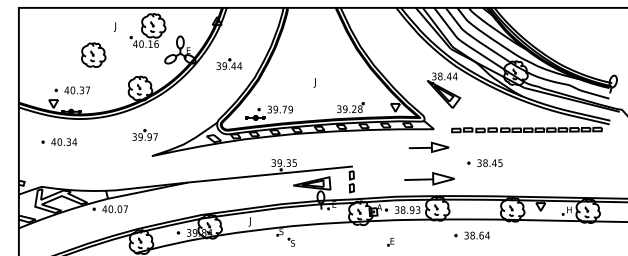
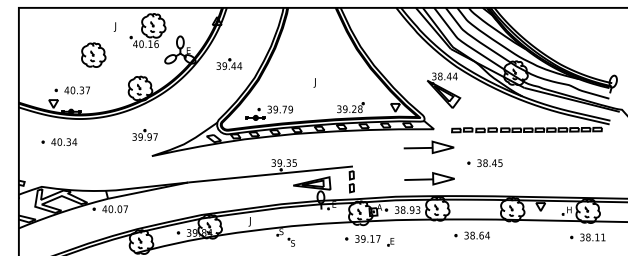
part at (428, 146) size: 42x12 px -> 52x15 px
part at (587, 237): none -> present
part at (362, 238): none -> present
